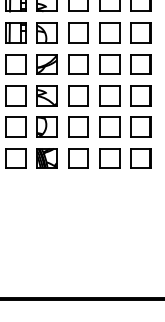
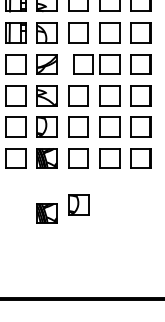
part at (78, 64) position: (78, 64) -> (83, 64)
part at (78, 204): none -> present
part at (46, 213): none -> present
